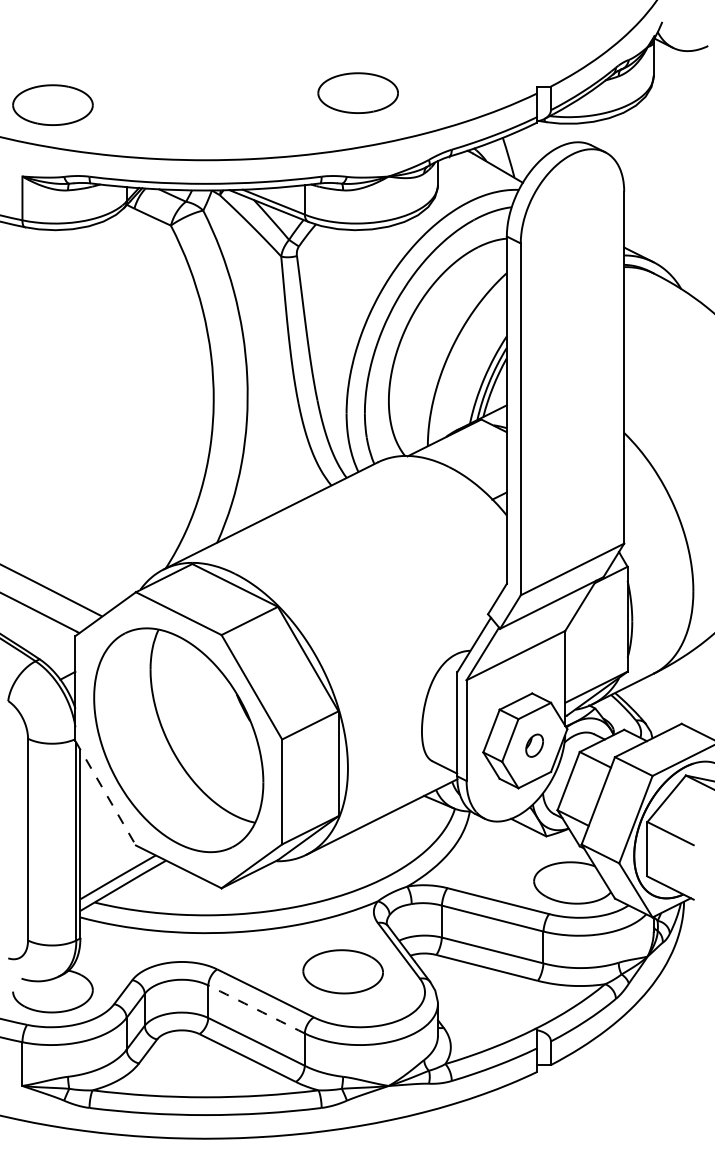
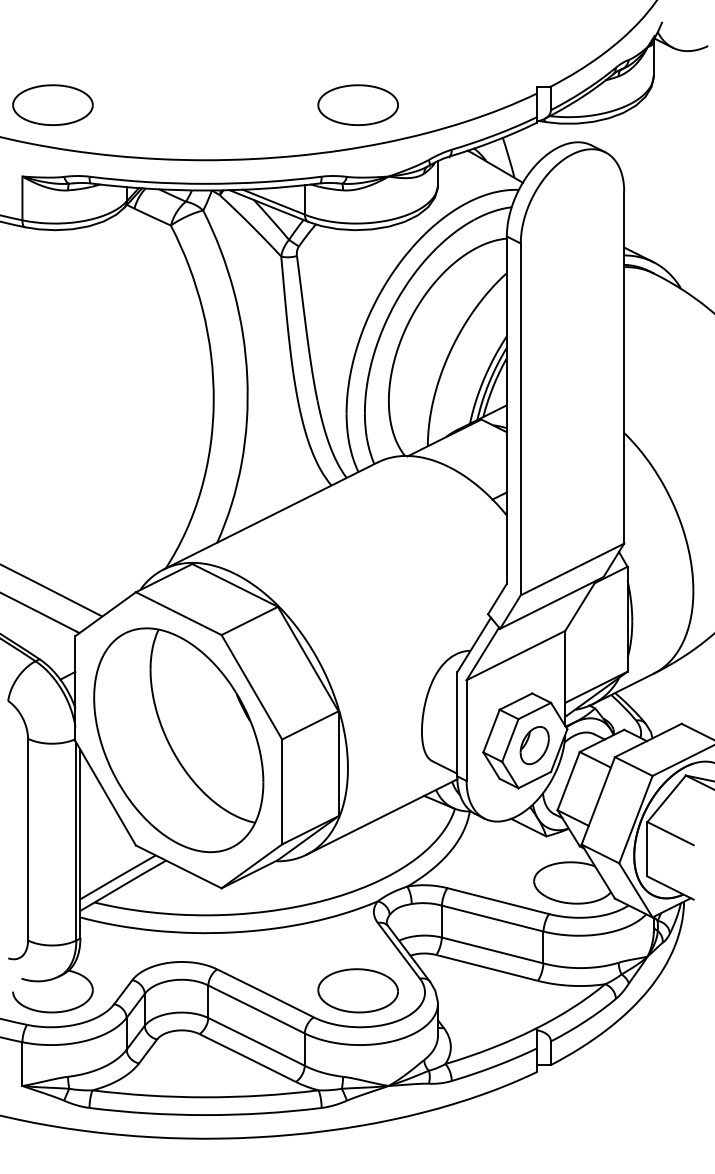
part at (357, 92) position: (357, 92) -> (357, 104)
part at (534, 745) size: 19x25 px -> 31x40 px
line at (105, 793): dashed -> solid
part at (342, 971) position: (342, 971) -> (357, 990)
arc at (256, 1009): dashed -> solid
